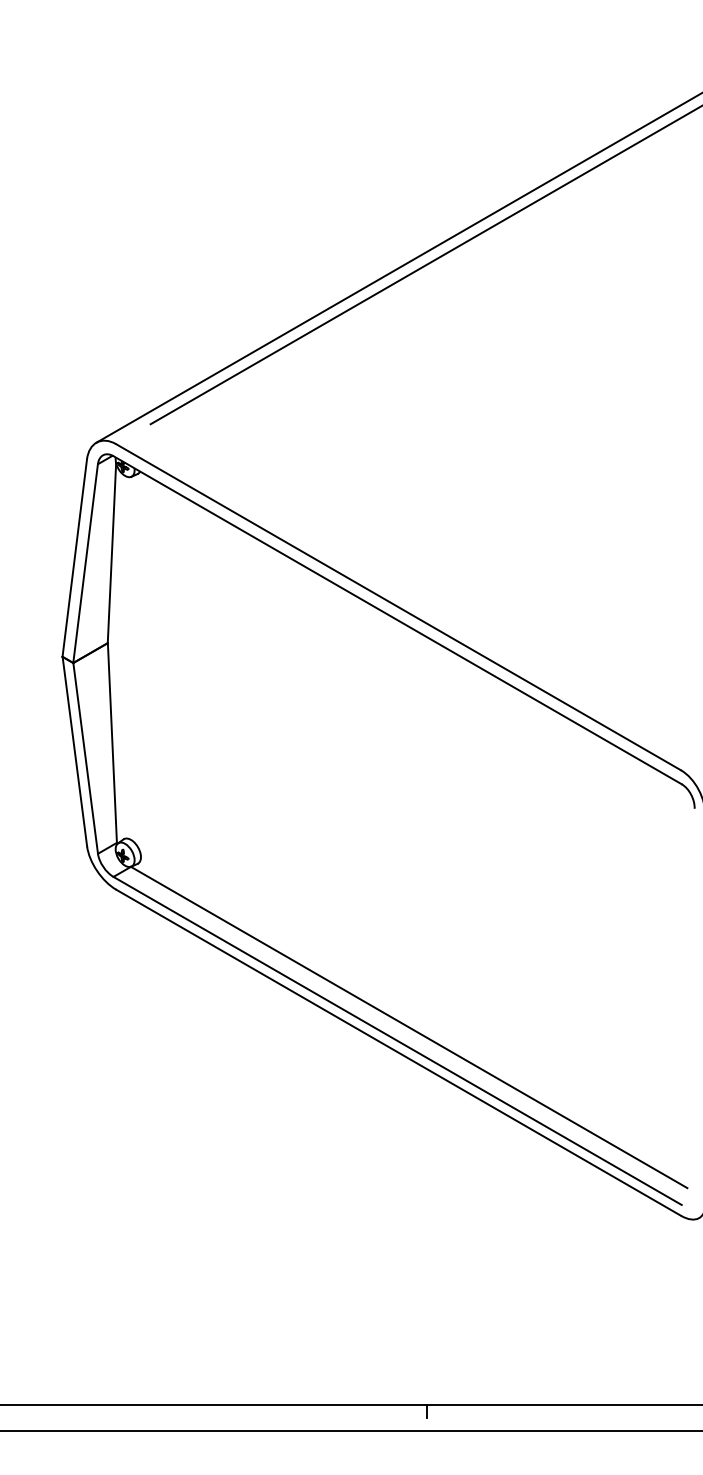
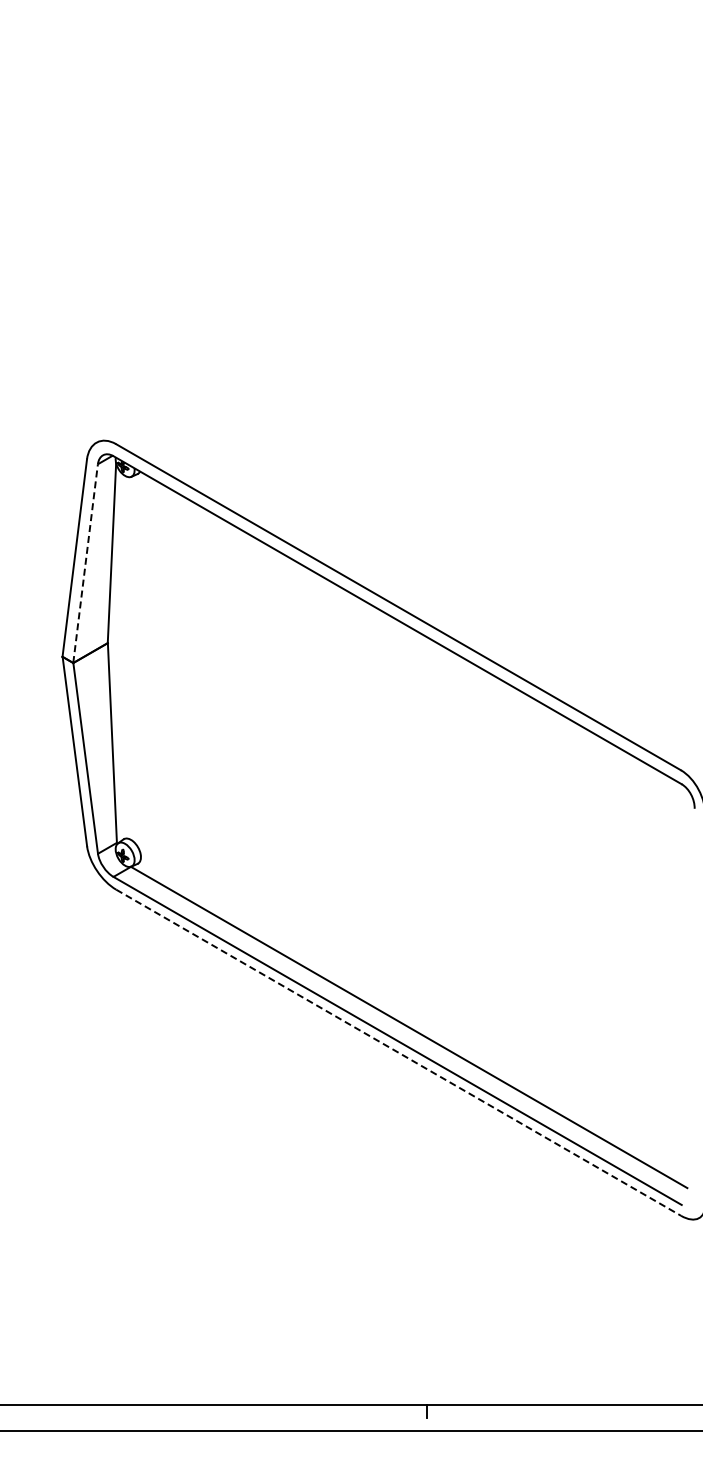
line at (424, 265): present -> none
line at (397, 268): present -> none
line at (85, 563): solid -> dashed
line at (399, 1053): solid -> dashed
